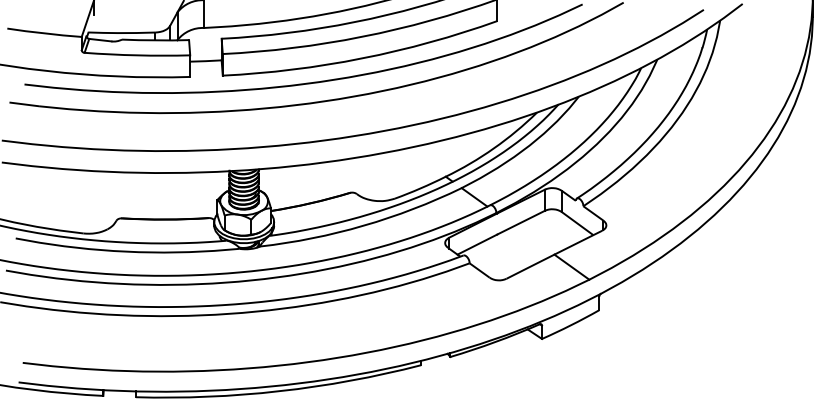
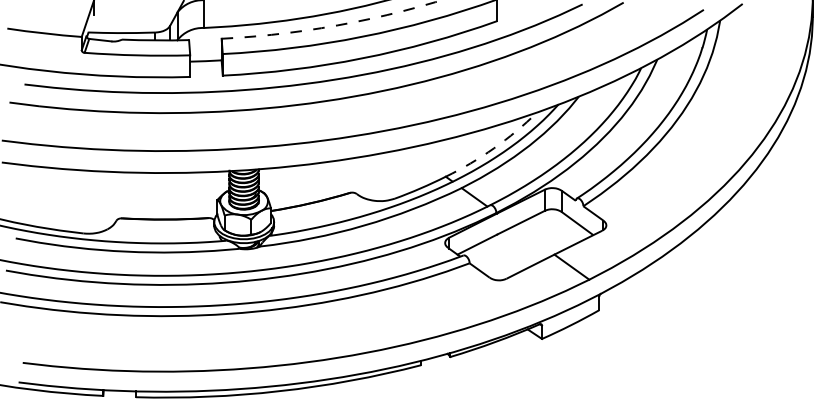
arc at (333, 26): solid -> dashed
arc at (494, 148): solid -> dashed
